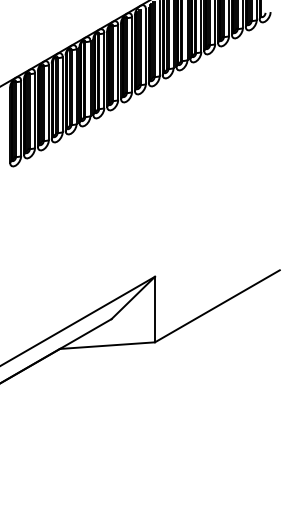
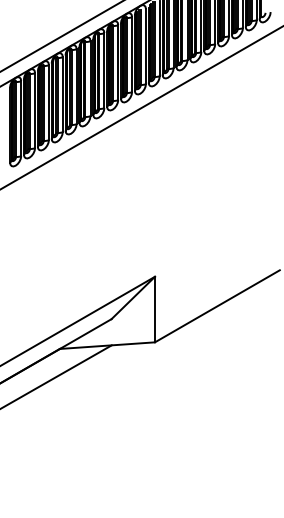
line at (61, 36): none -> present
line at (141, 107): none -> present
line at (56, 376): none -> present
